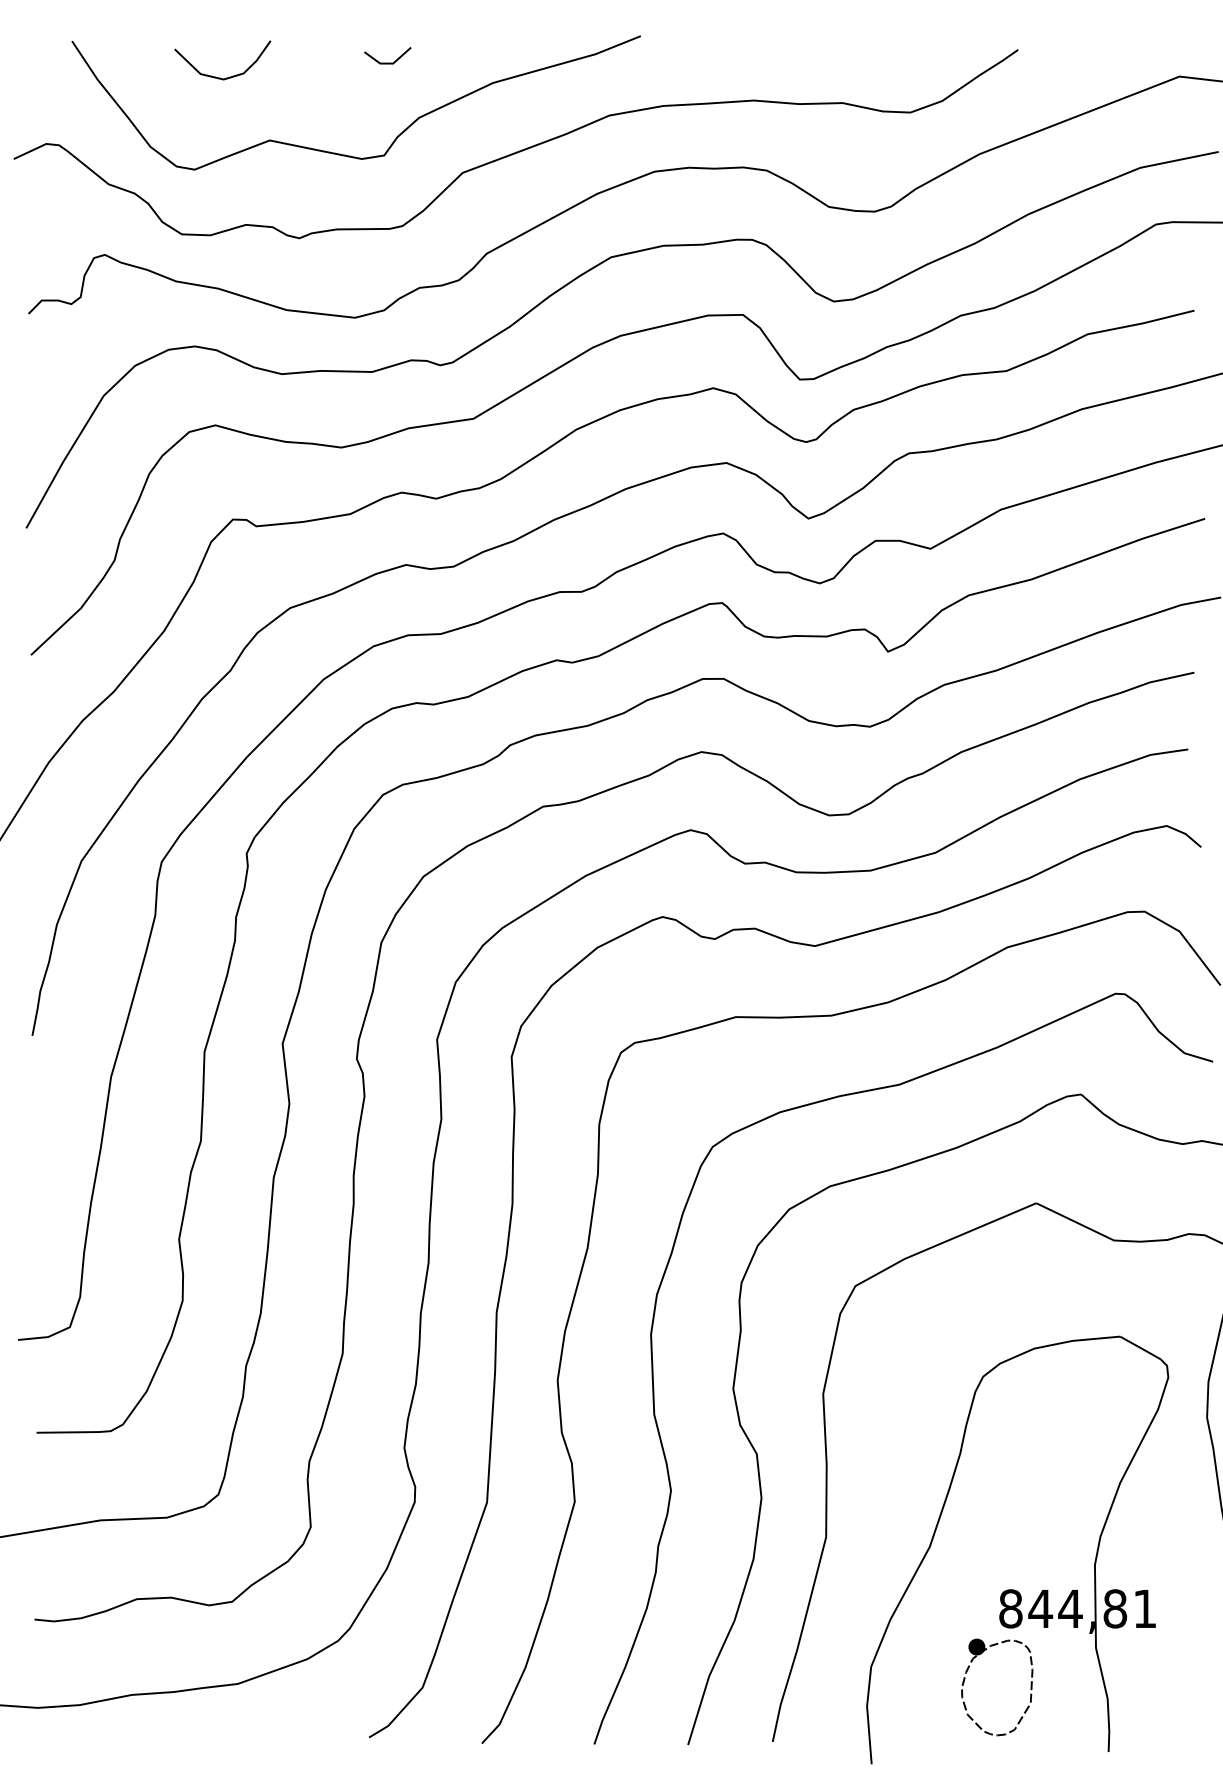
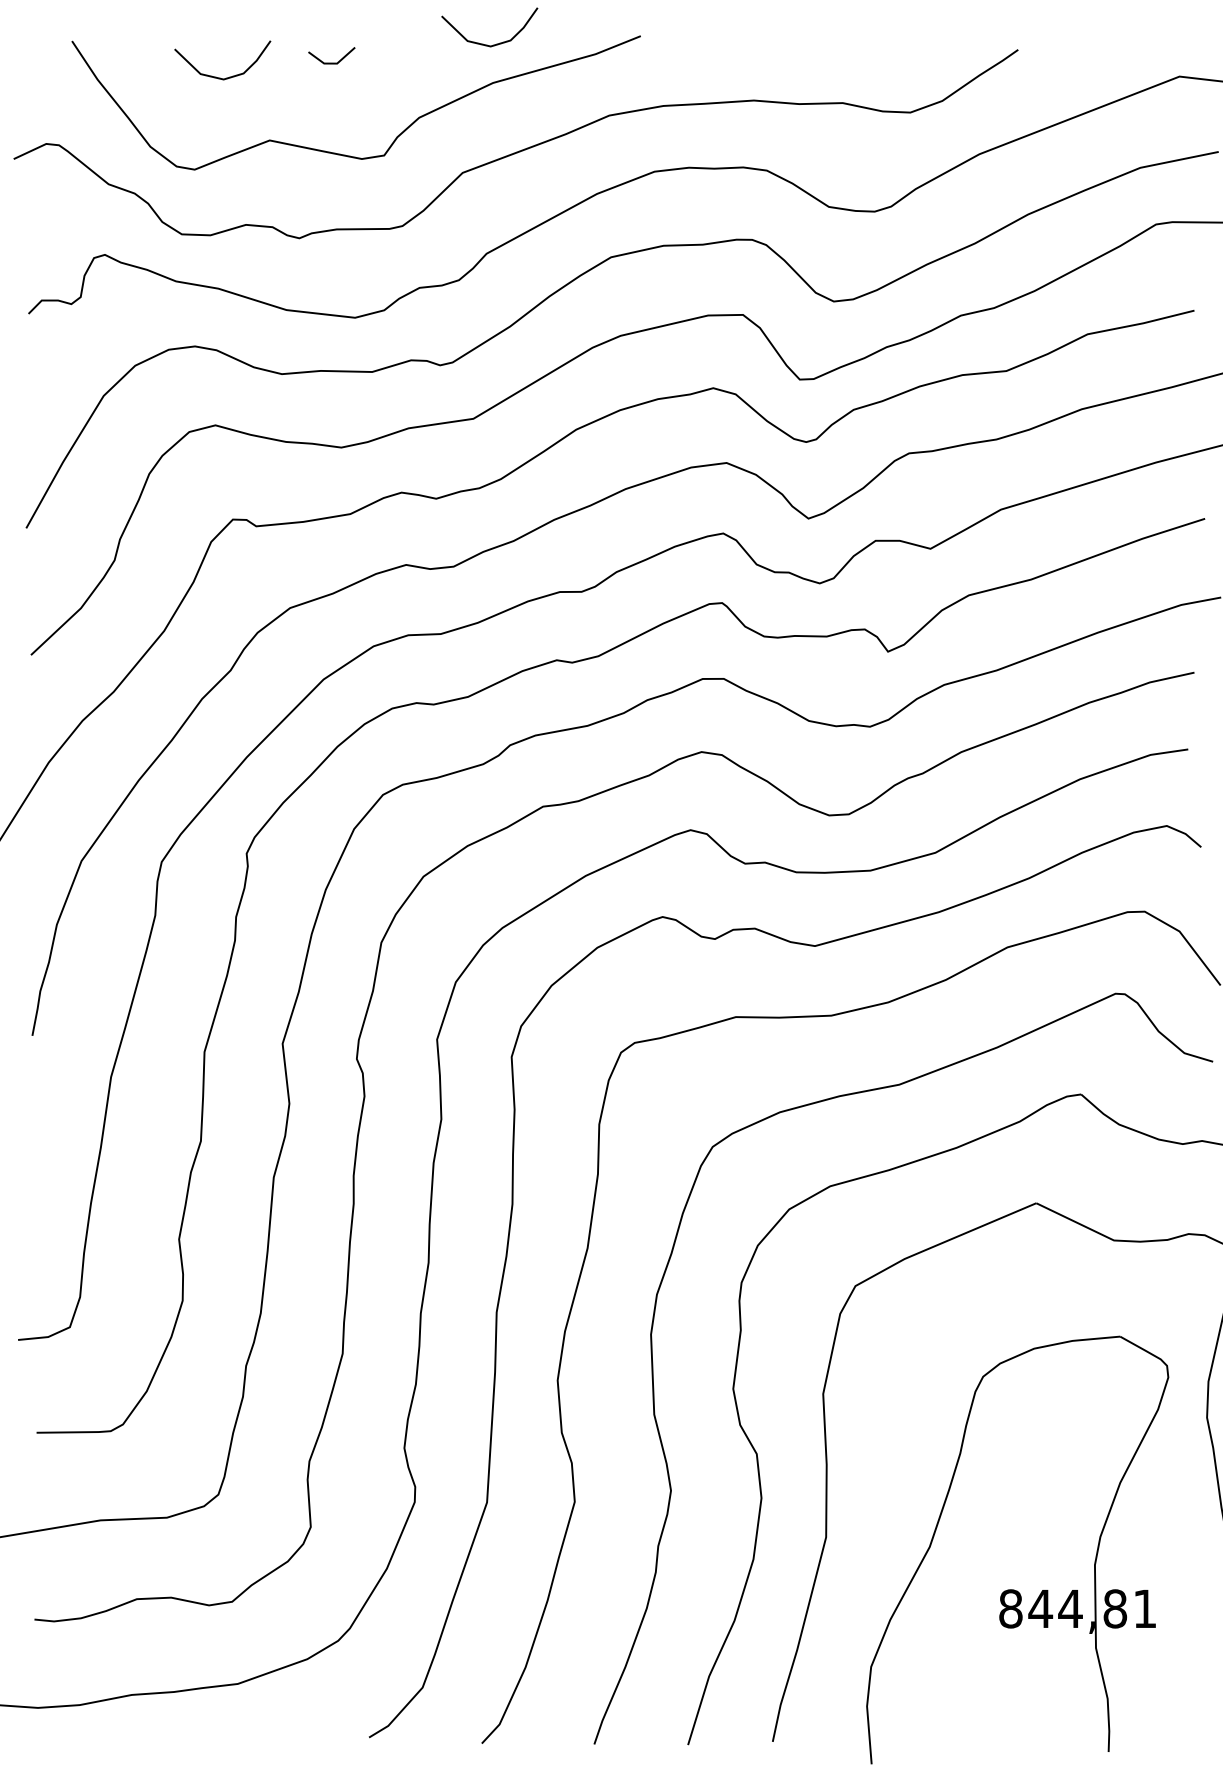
curve at (483, 43): none -> present
line at (387, 62) position: (387, 62) -> (331, 62)
part at (965, 1679): present -> none
